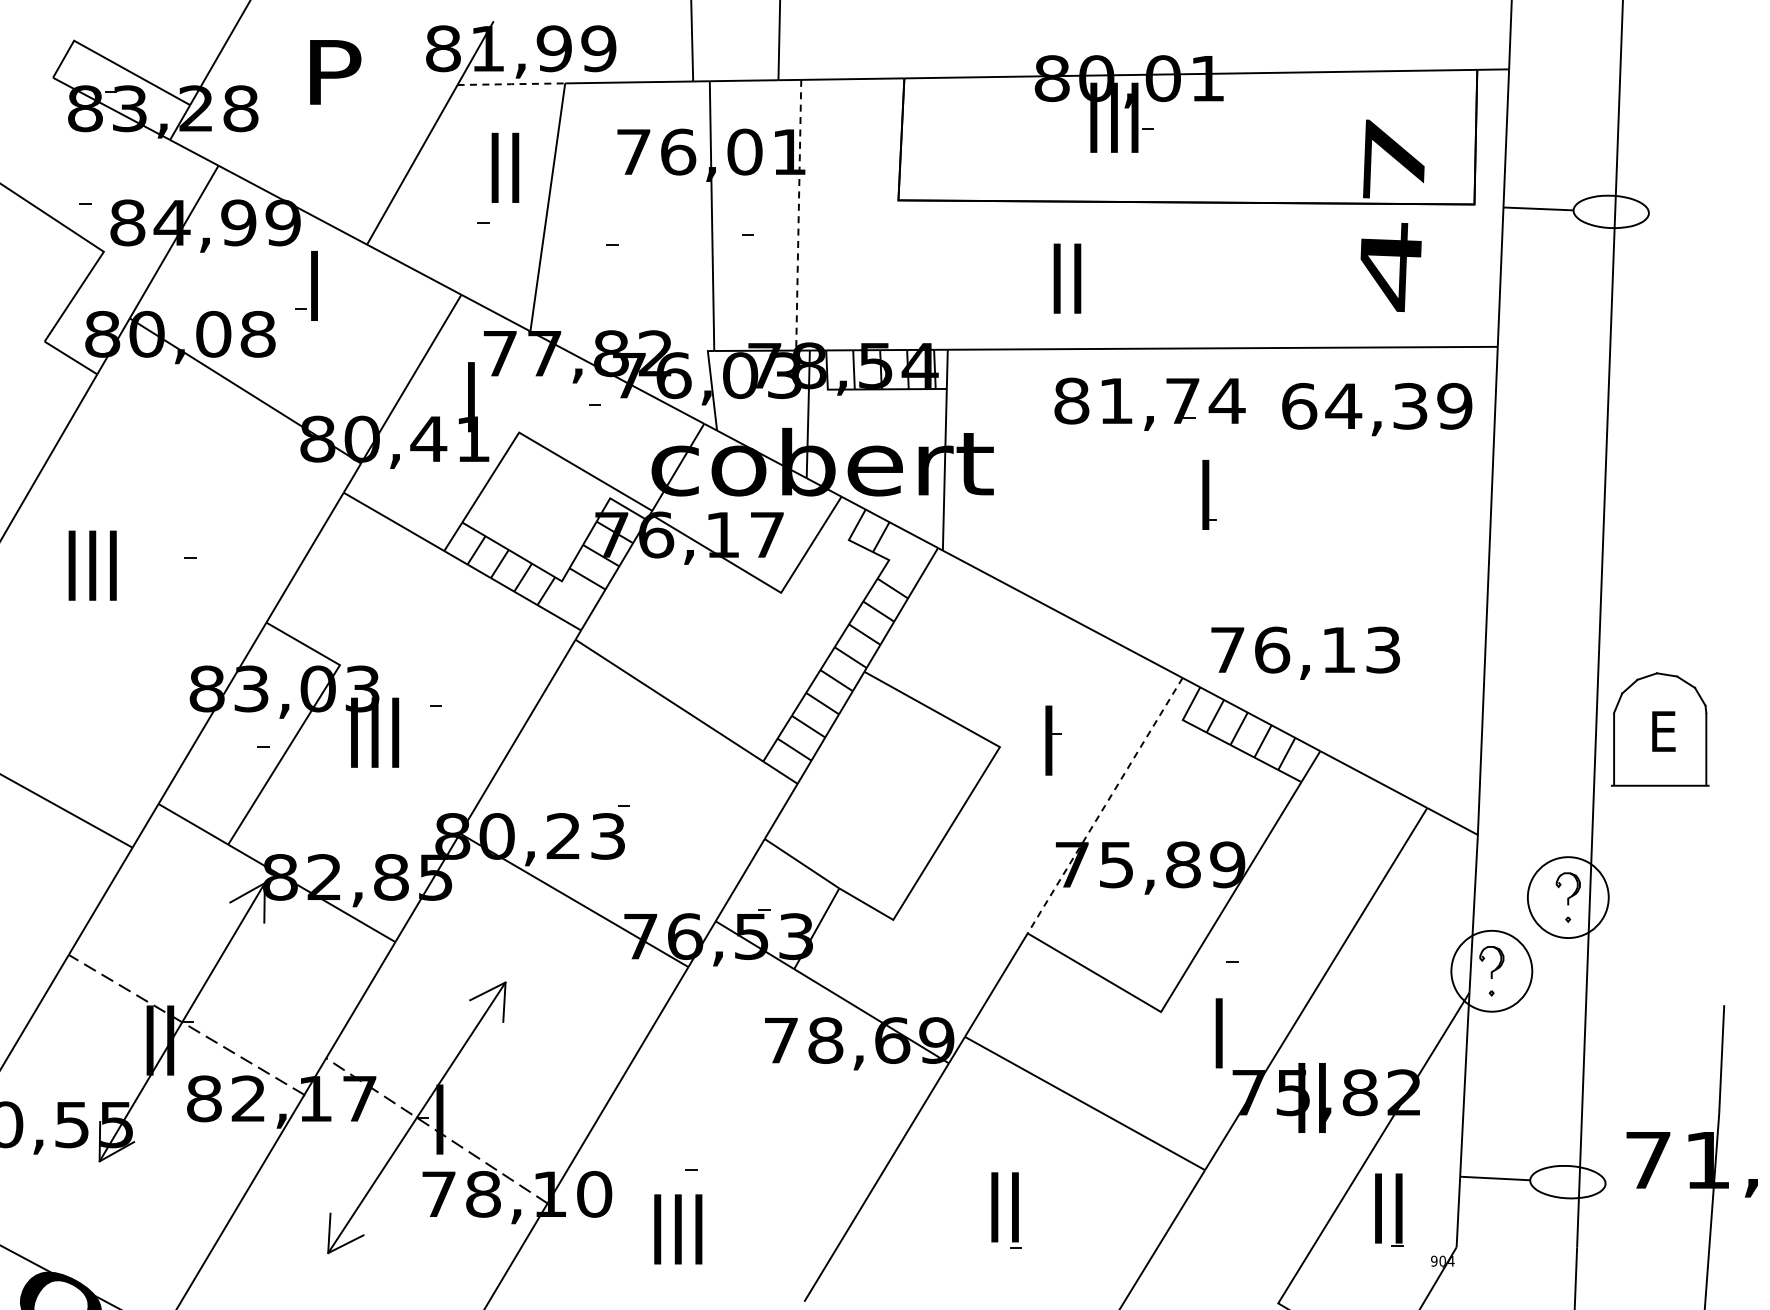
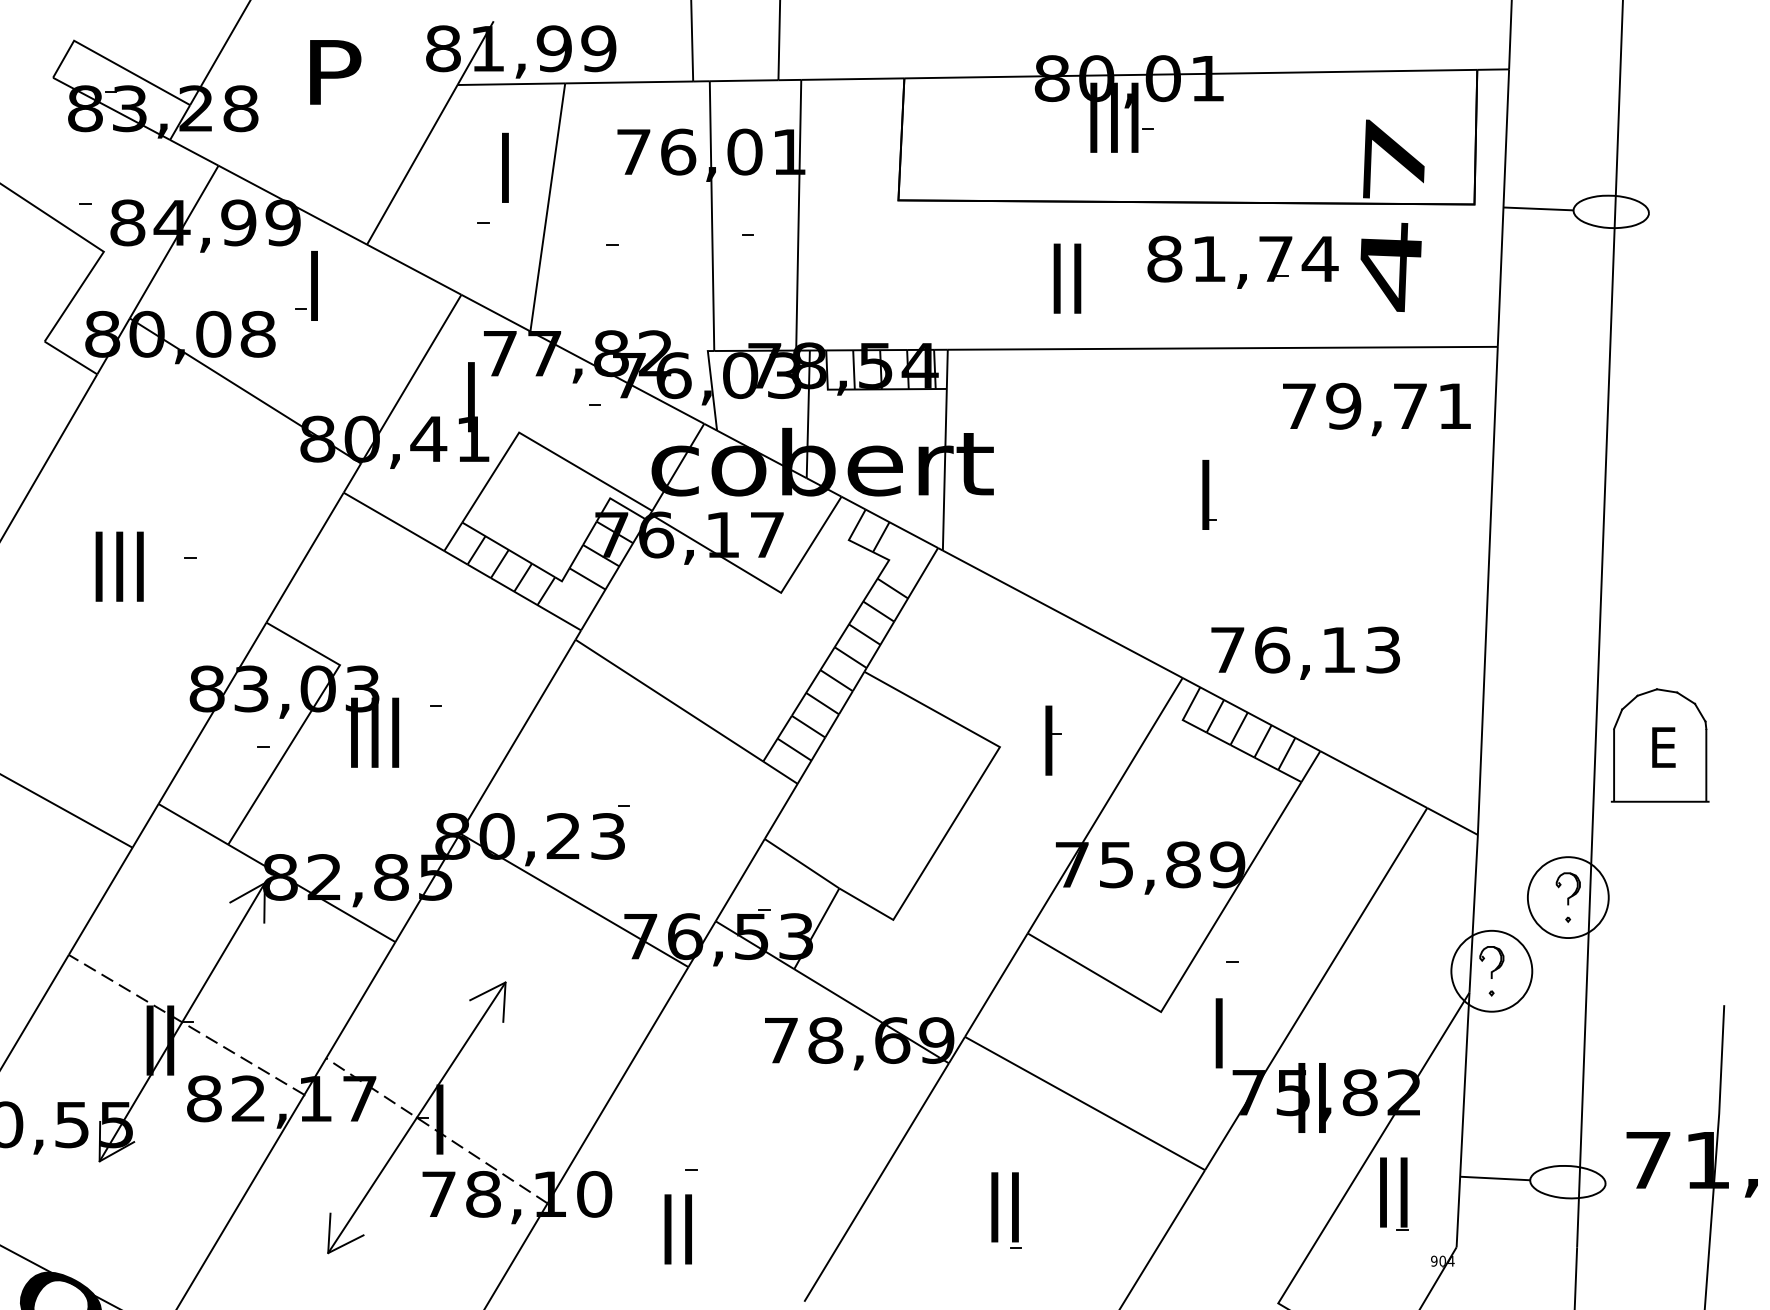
line at (511, 84): dashed -> solid
text at (505, 167): II -> I
line at (798, 215): dashed -> solid
text at (1377, 405): 64,39 -> 79,71
part at (1149, 416) position: (1149, 416) -> (1242, 274)
text at (92, 565) position: (92, 565) -> (119, 566)
part at (1659, 729) position: (1659, 729) -> (1659, 745)
line at (1105, 805): dashed -> solid
part at (1389, 1209) position: (1389, 1209) -> (1394, 1193)
text at (678, 1229): III -> II
